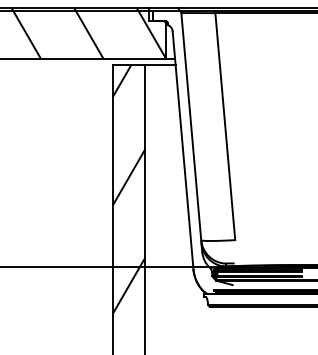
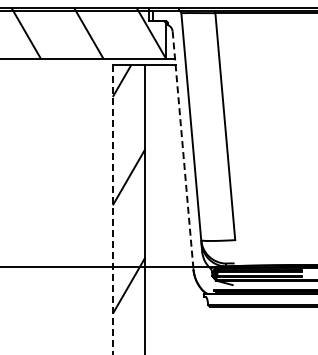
line at (183, 150): solid -> dashed
line at (112, 209): solid -> dashed
